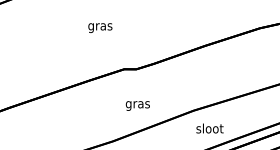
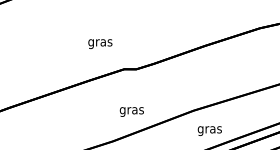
text at (100, 27) position: (100, 27) -> (100, 43)
text at (137, 105) position: (137, 105) -> (131, 111)
text at (209, 129): sloot -> gras
